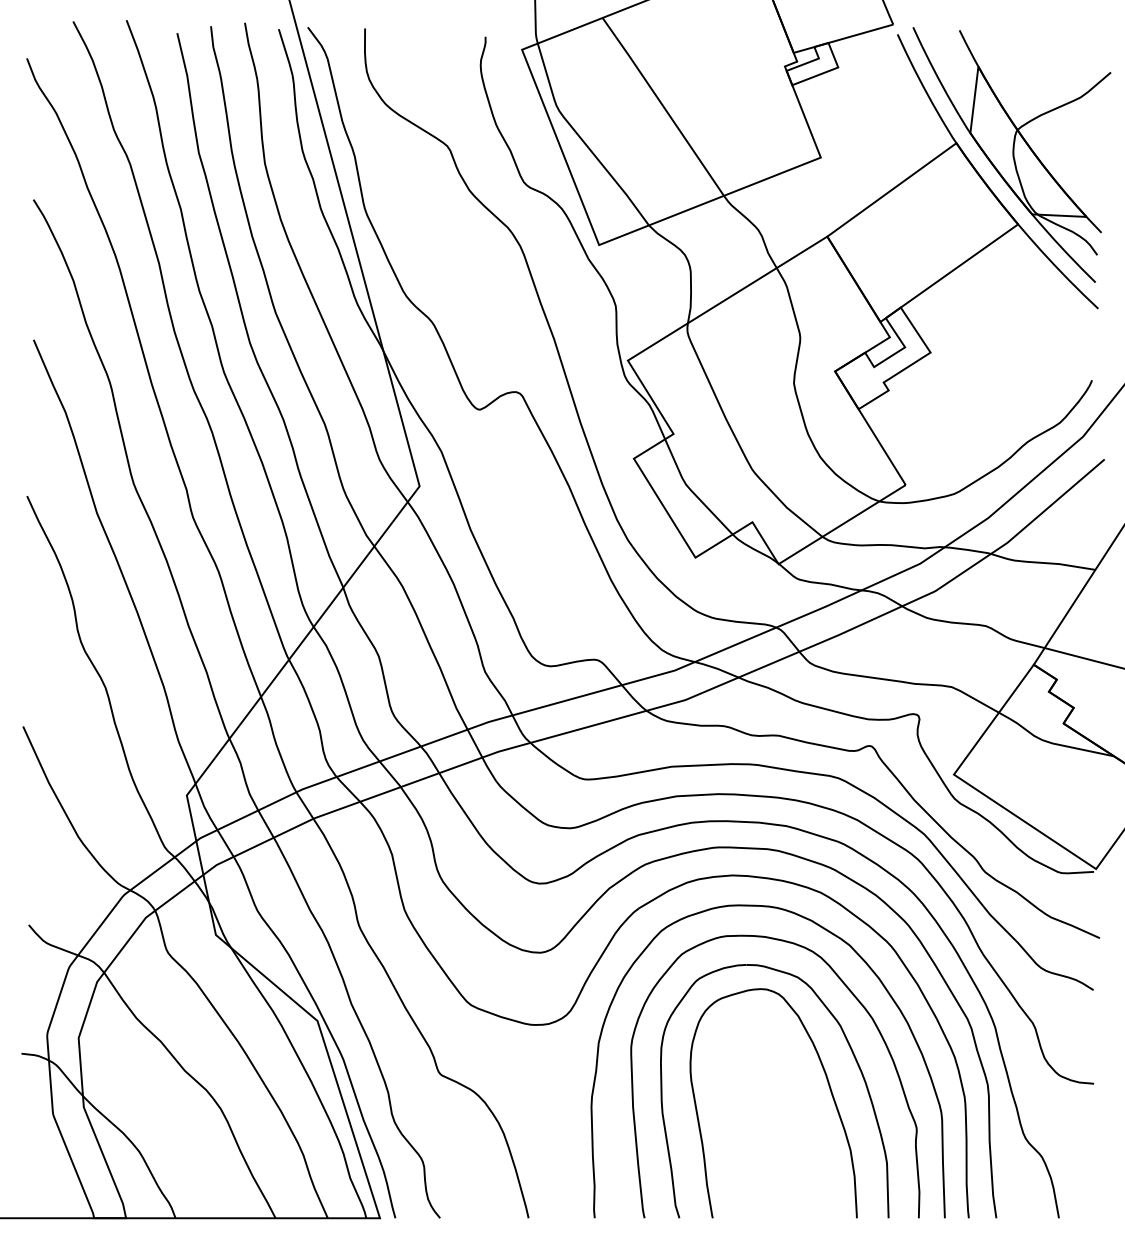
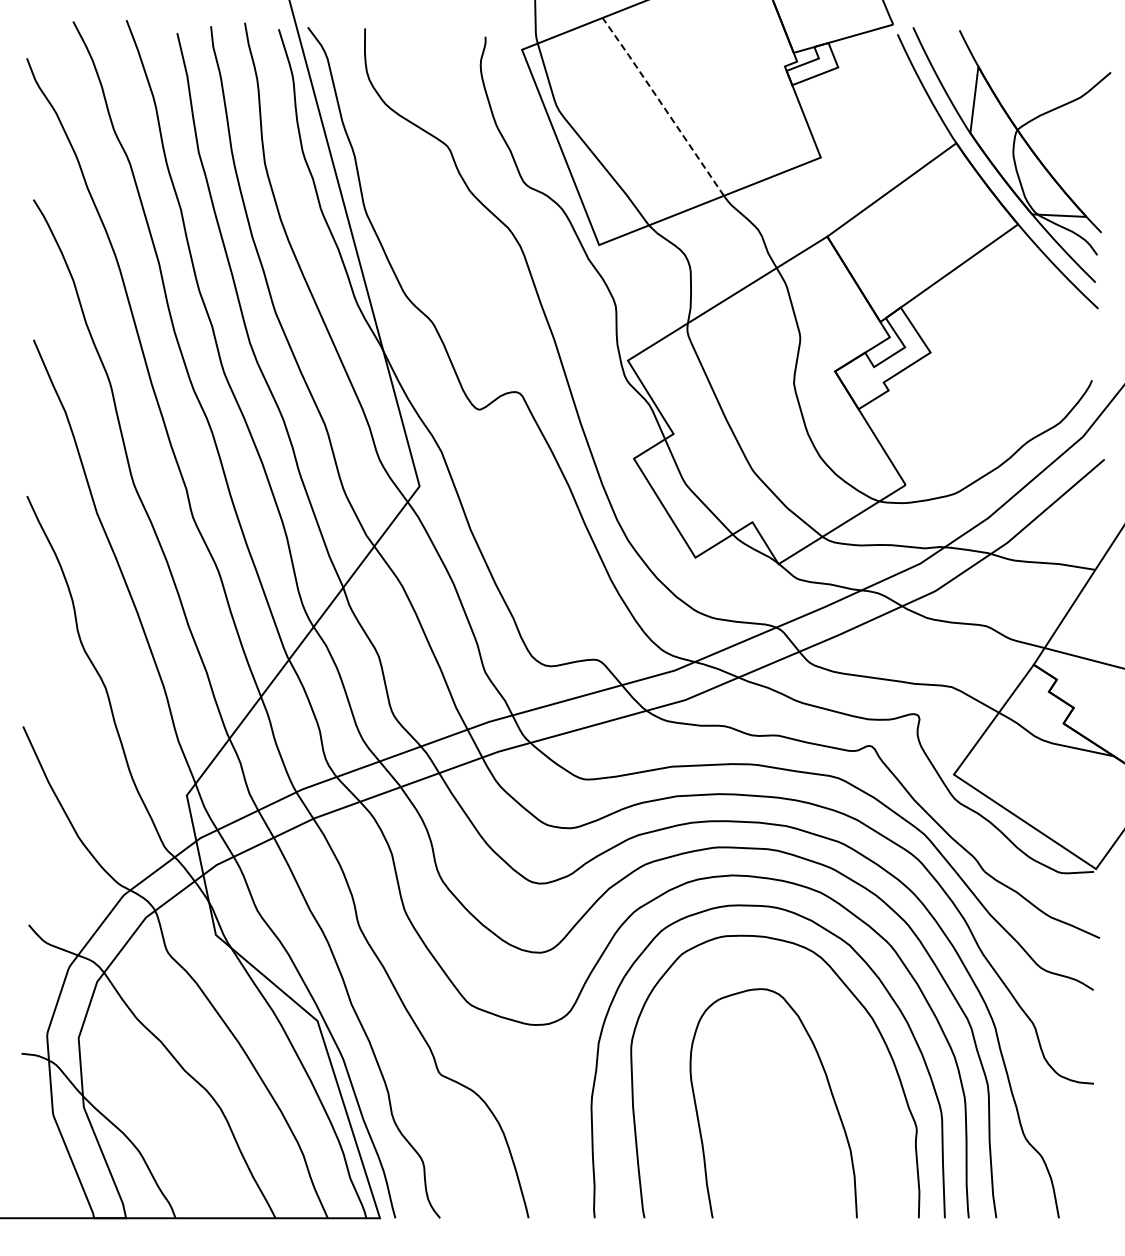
line at (662, 105): solid -> dashed
part at (851, 1052): present -> none
